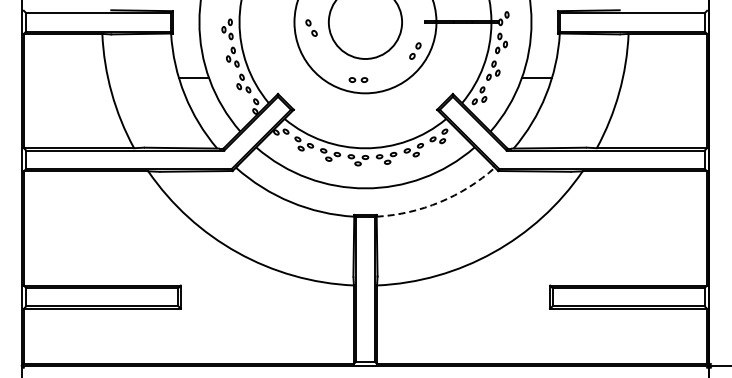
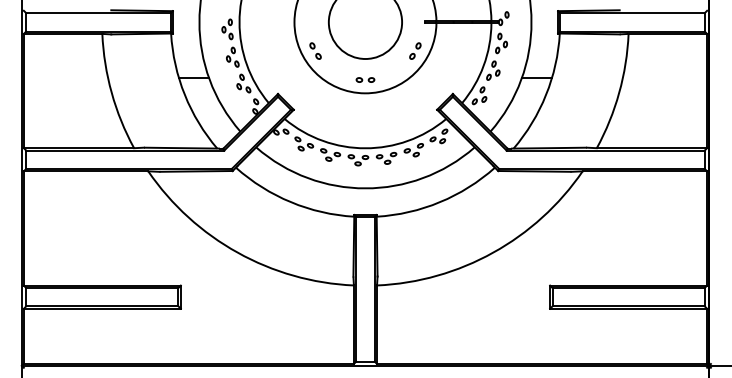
part at (311, 27) position: (311, 27) -> (315, 50)
part at (358, 79) position: (358, 79) -> (365, 79)
arc at (439, 202): dashed -> solid
